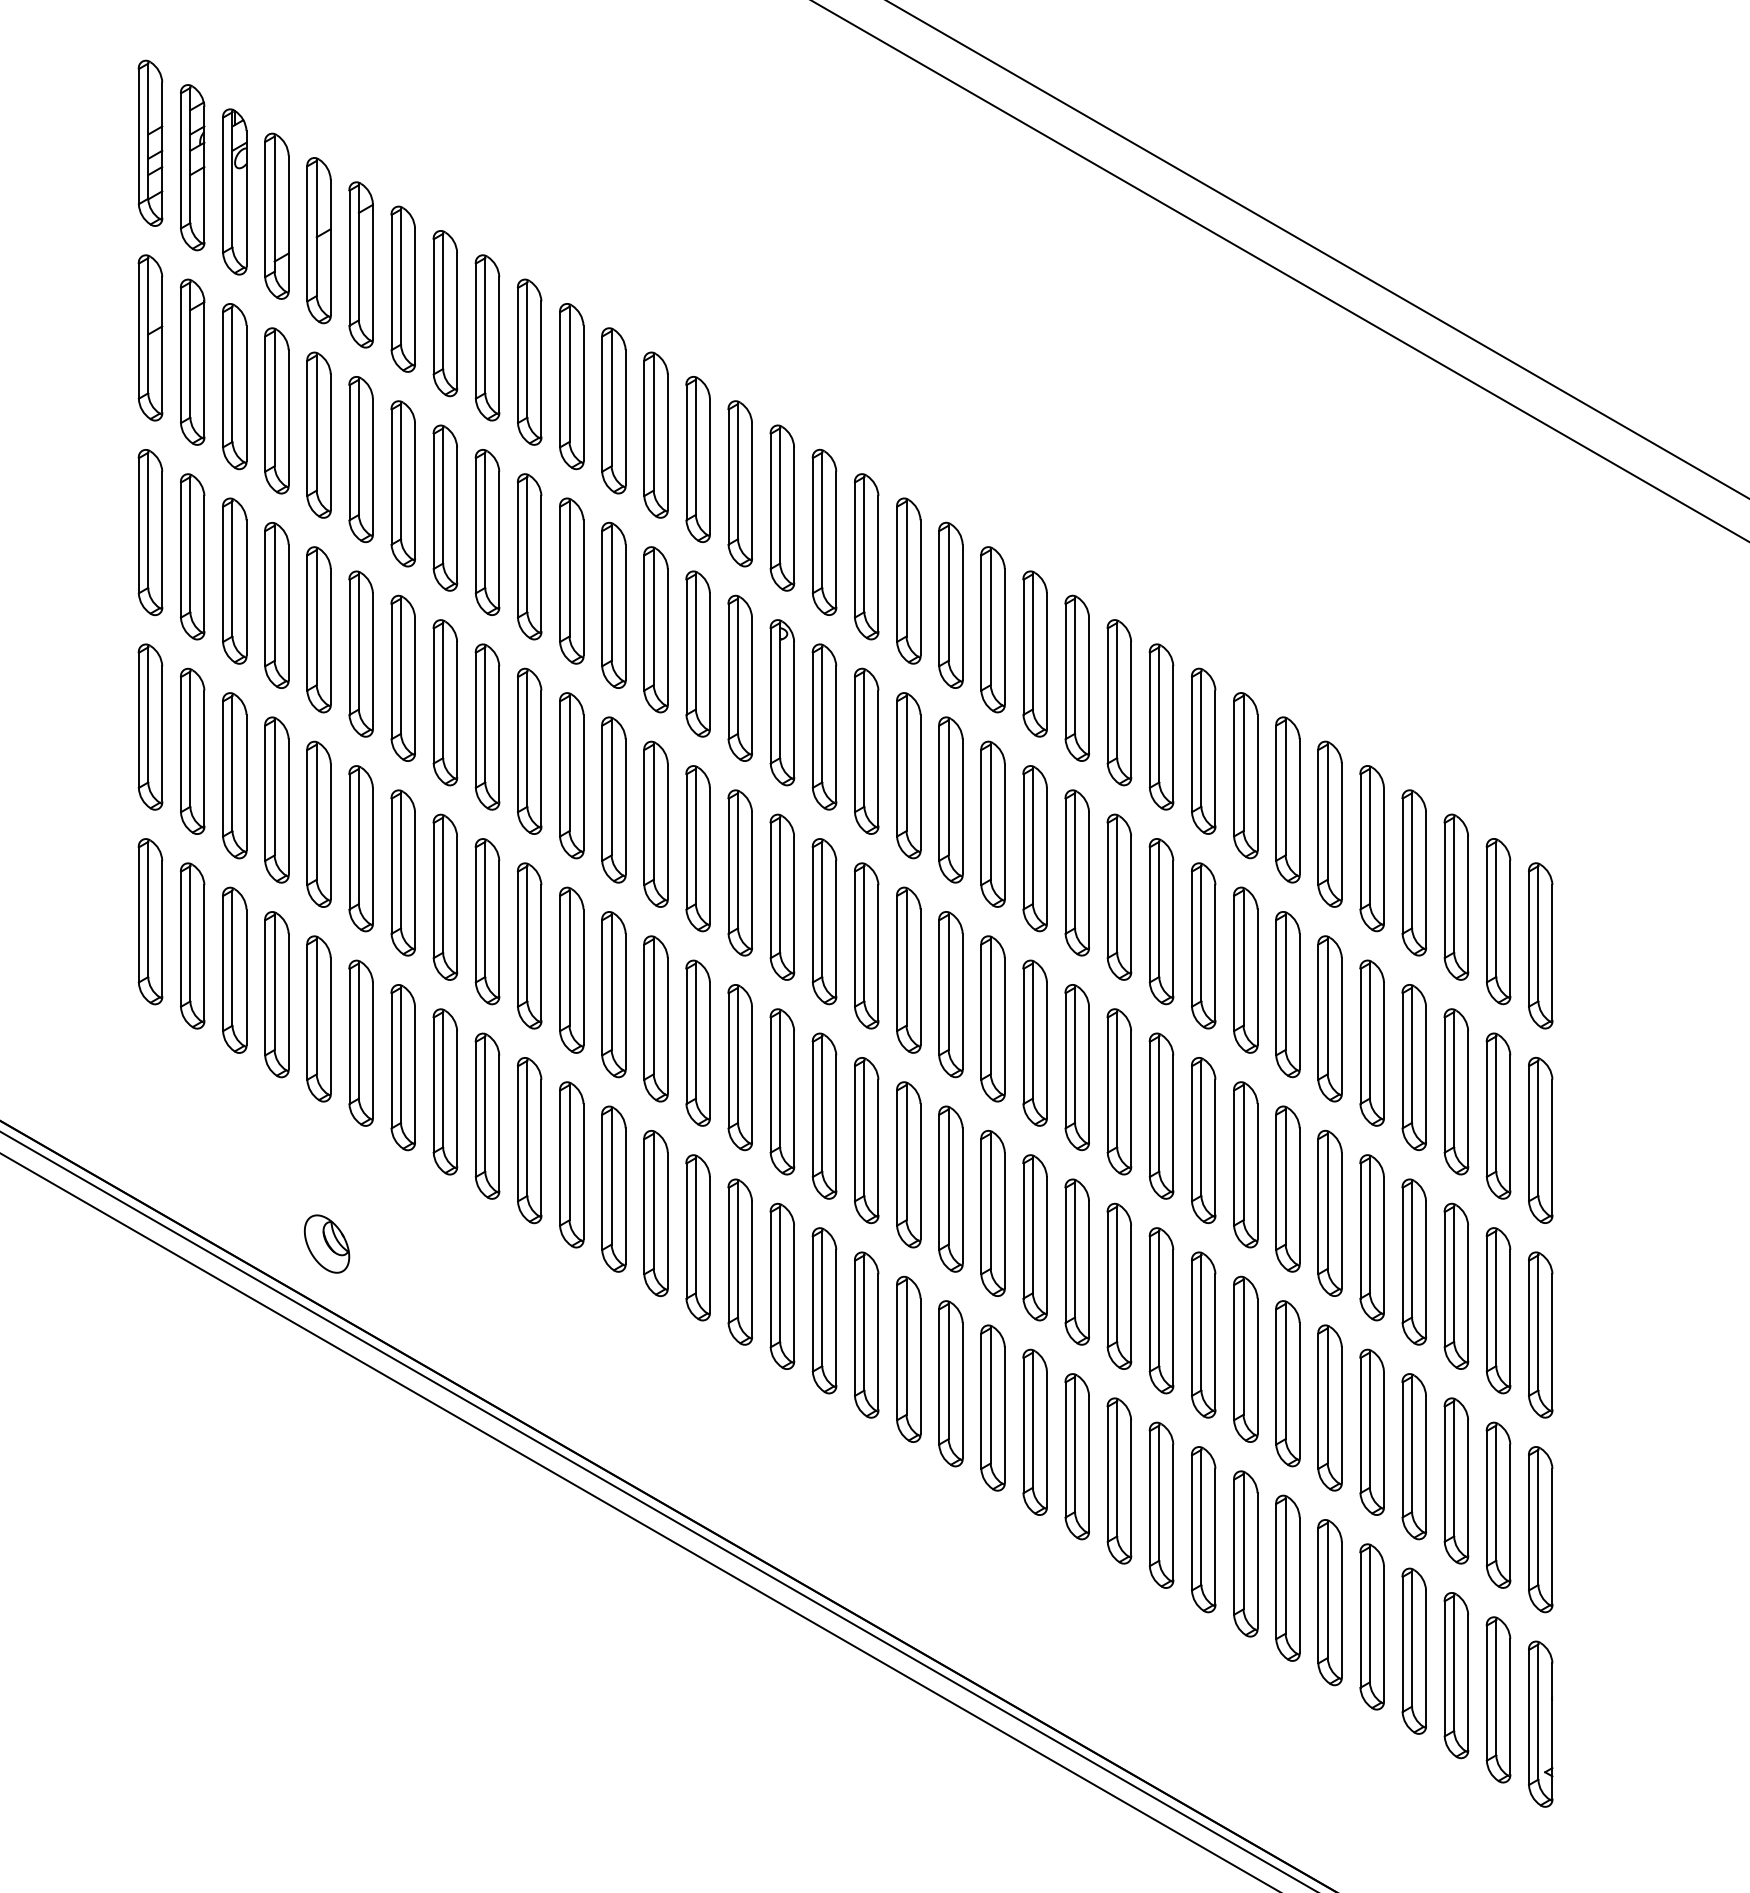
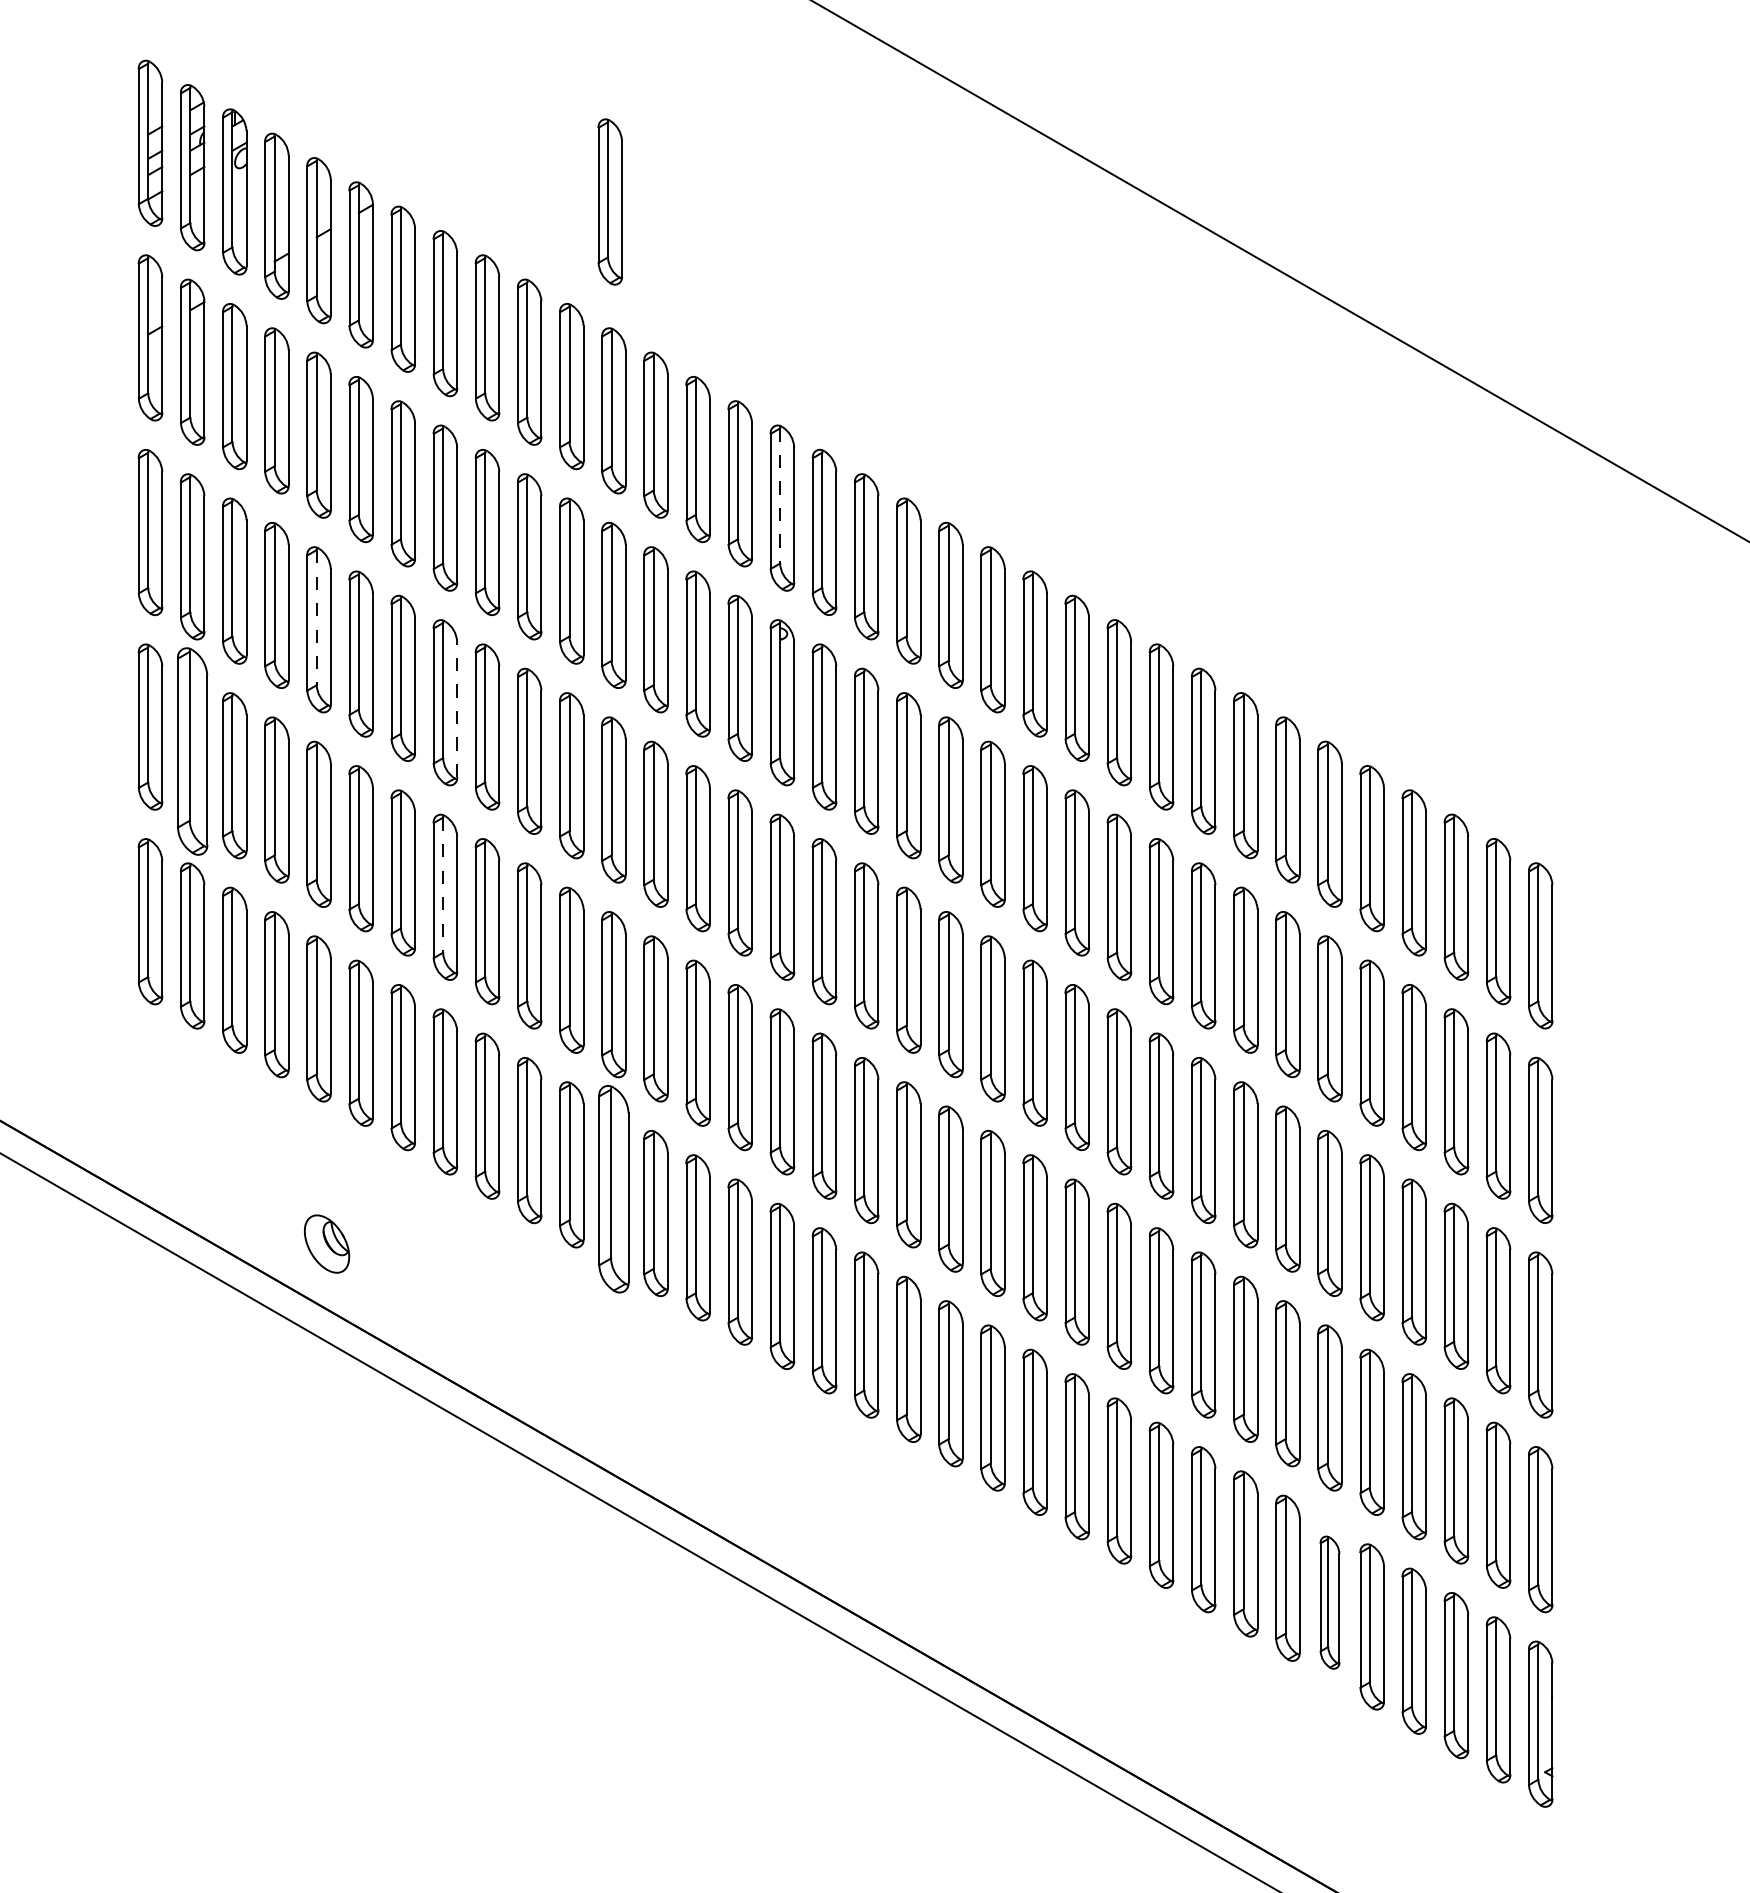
part at (609, 201): none -> present
line at (1317, 249): present -> none
line at (780, 495): solid -> dashed
line at (316, 617): solid -> dashed
line at (457, 709): solid -> dashed
part at (192, 750) size: 26x168 px -> 32x209 px
line at (443, 885): solid -> dashed
part at (613, 1188) size: 26x168 px -> 32x209 px
line at (657, 1510): present -> none
part at (1329, 1602) size: 26x168 px -> 22x135 px
